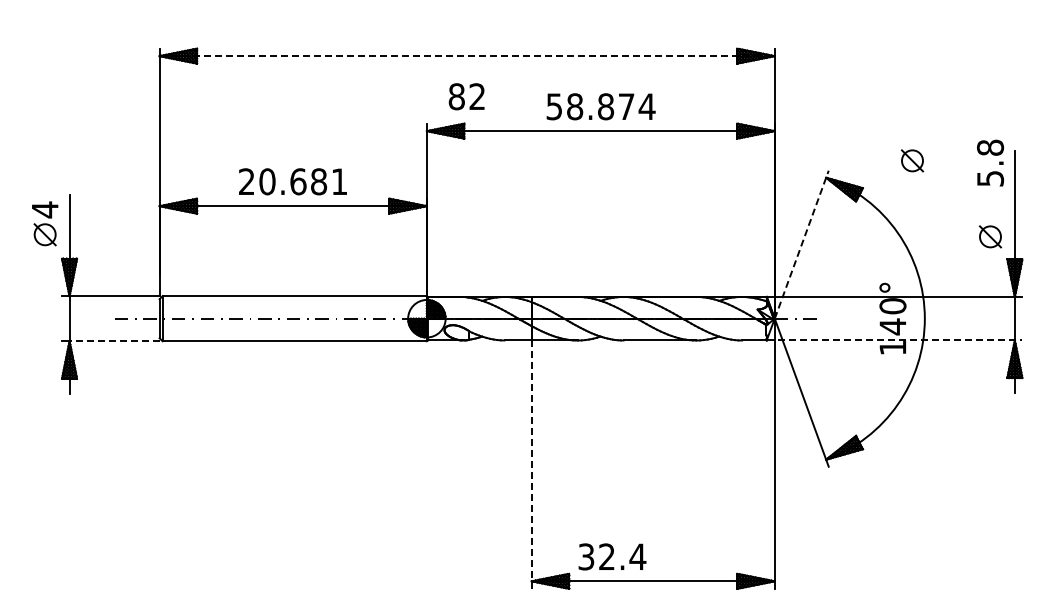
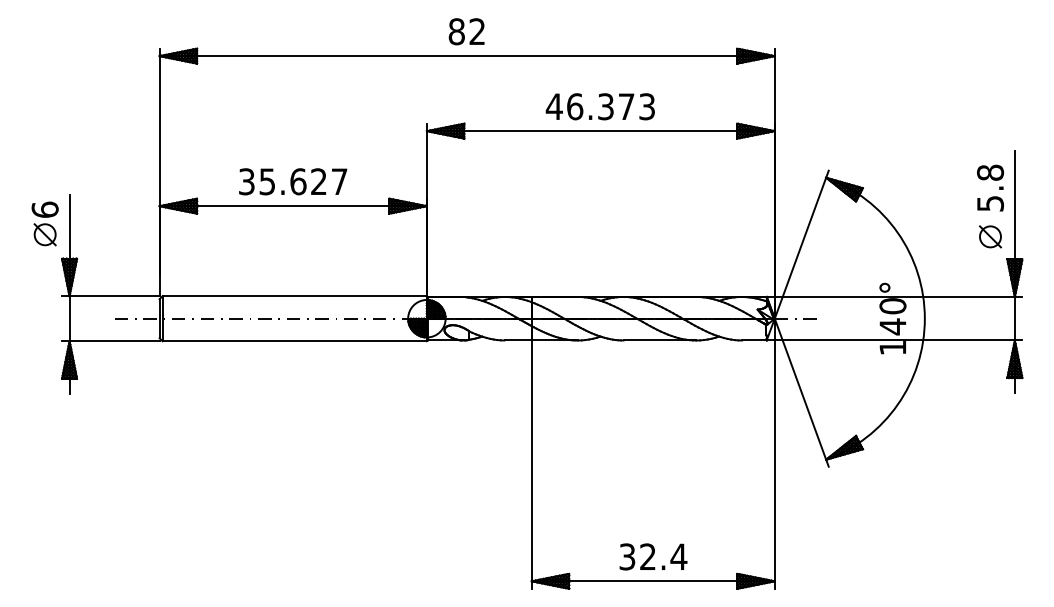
line at (467, 56): dashed -> solid
text at (466, 96) position: (466, 96) -> (466, 31)
text at (600, 106): 58.874 -> 46.373
part at (912, 160): present -> none
text at (990, 162) position: (990, 162) -> (990, 187)
text at (293, 181): 20.681 -> 35.627
text at (44, 209): 4 -> 6
line at (801, 244): dashed -> solid
line at (894, 340): dashed -> solid
line at (114, 341): dashed -> solid
line at (531, 465): dashed -> solid
text at (612, 556) position: (612, 556) -> (653, 556)
